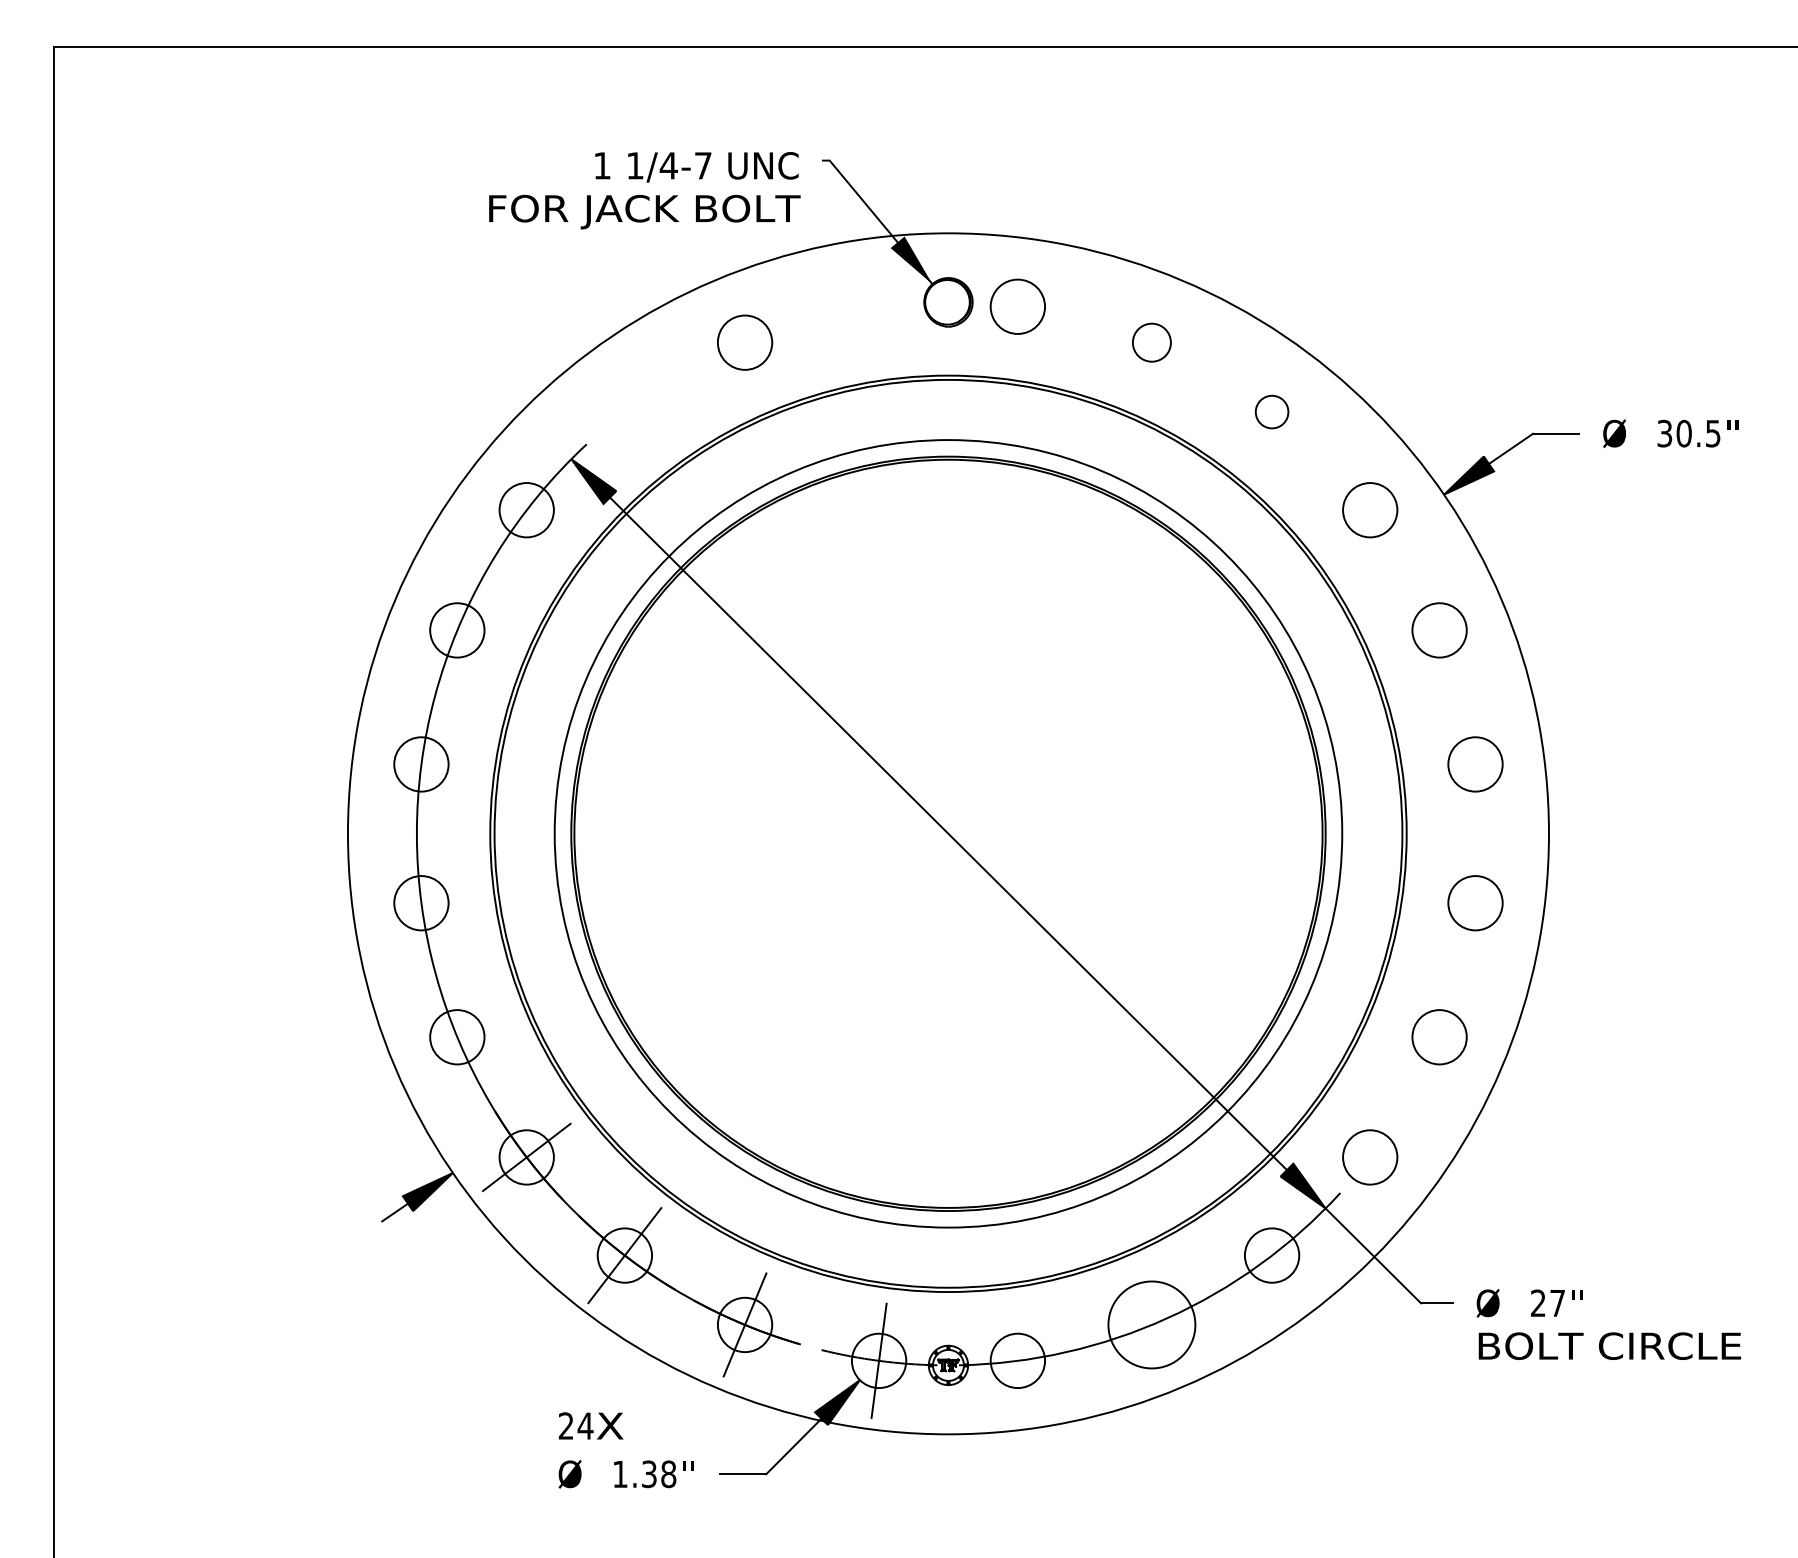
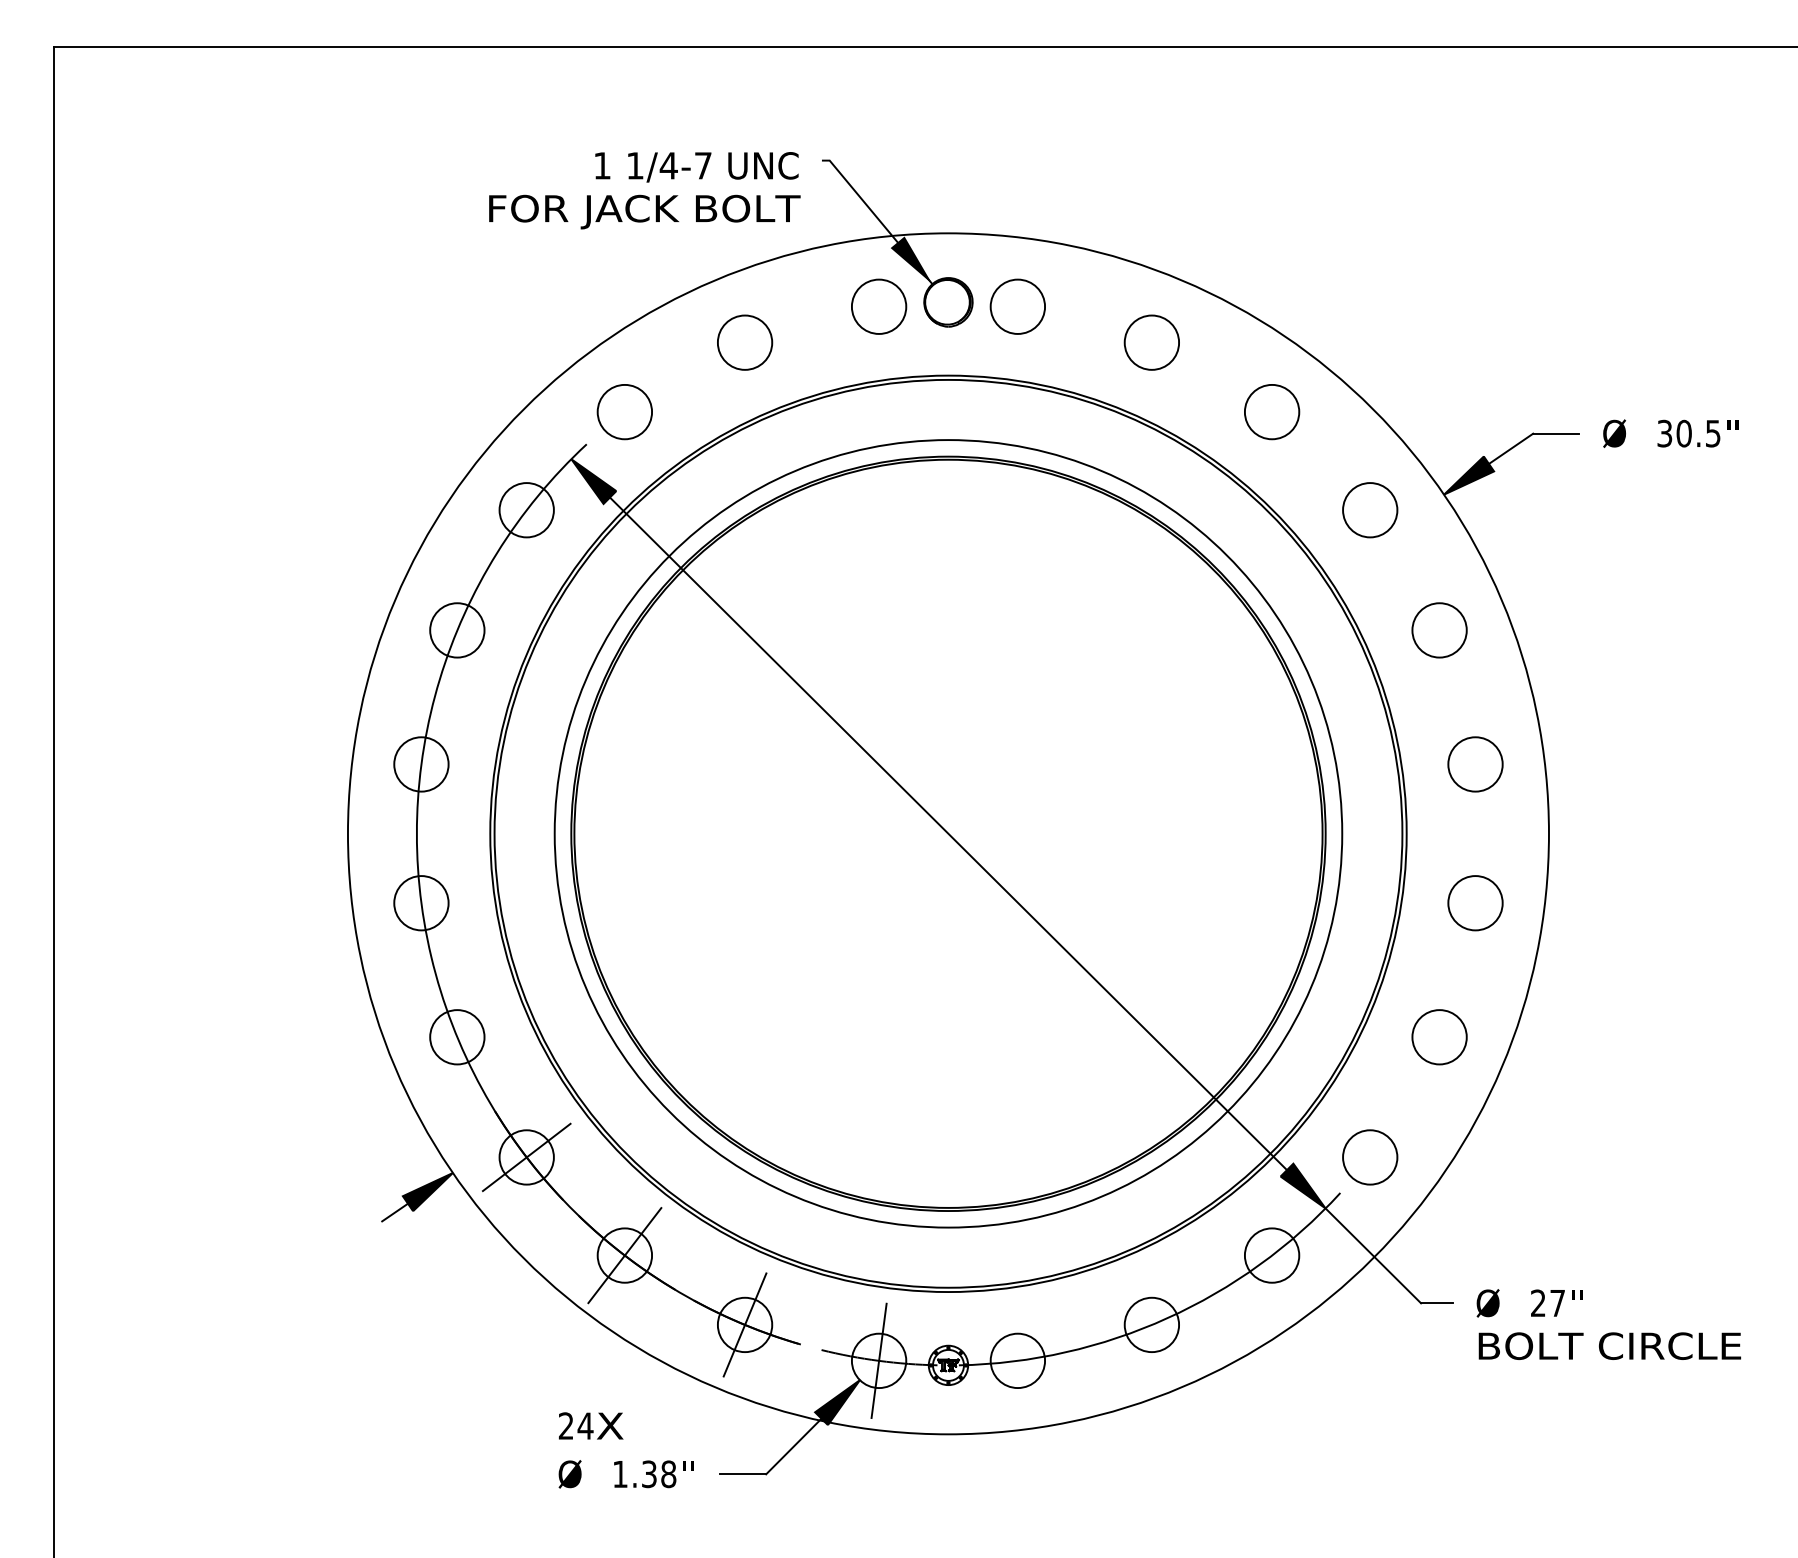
circle at (879, 306): none -> present
circle at (1151, 342) diameter: 38 px -> 54 px
circle at (1271, 411) diameter: 33 px -> 54 px
circle at (624, 412): none -> present
circle at (1151, 1324) diameter: 87 px -> 54 px
